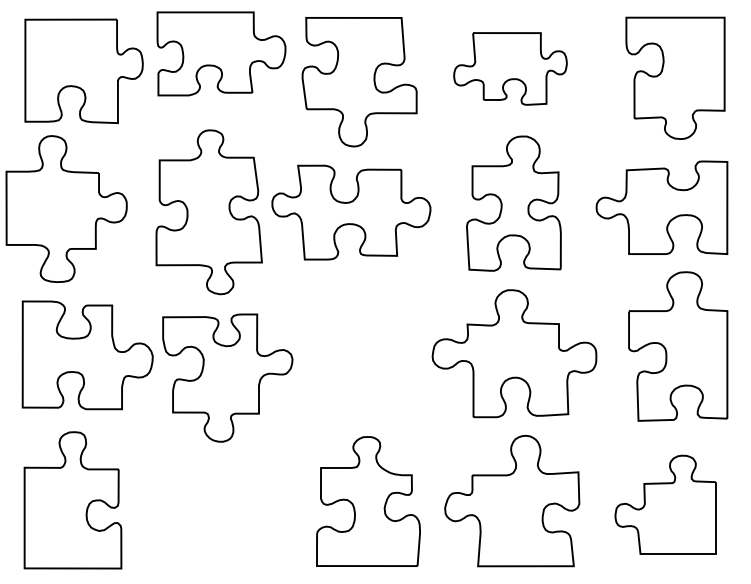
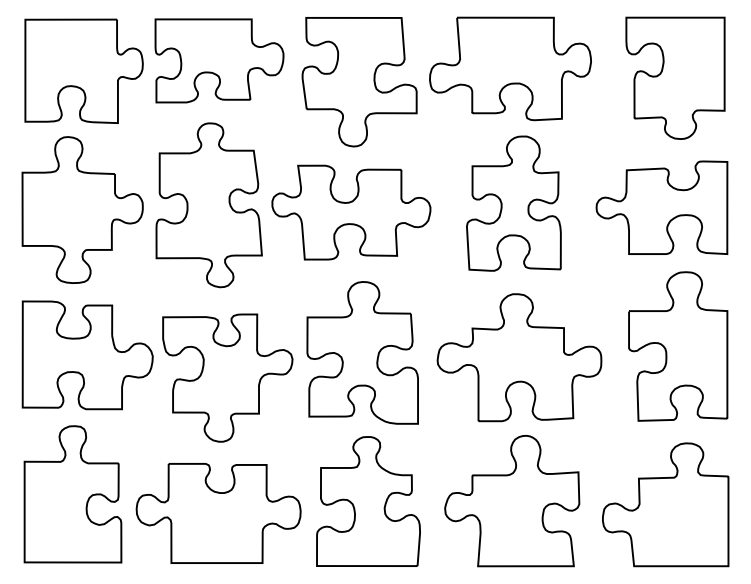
part at (221, 53) position: (221, 53) -> (219, 60)
part at (510, 68) size: 115x74 px -> 163x106 px
part at (66, 208) position: (66, 208) -> (82, 209)
part at (208, 212) position: (208, 212) -> (208, 205)
part at (362, 352): none -> present
part at (514, 353) position: (514, 353) -> (519, 357)
part at (72, 500) position: (72, 500) -> (72, 494)
part at (665, 504) size: 103x101 px -> 128x126 px
part at (218, 513): none -> present
